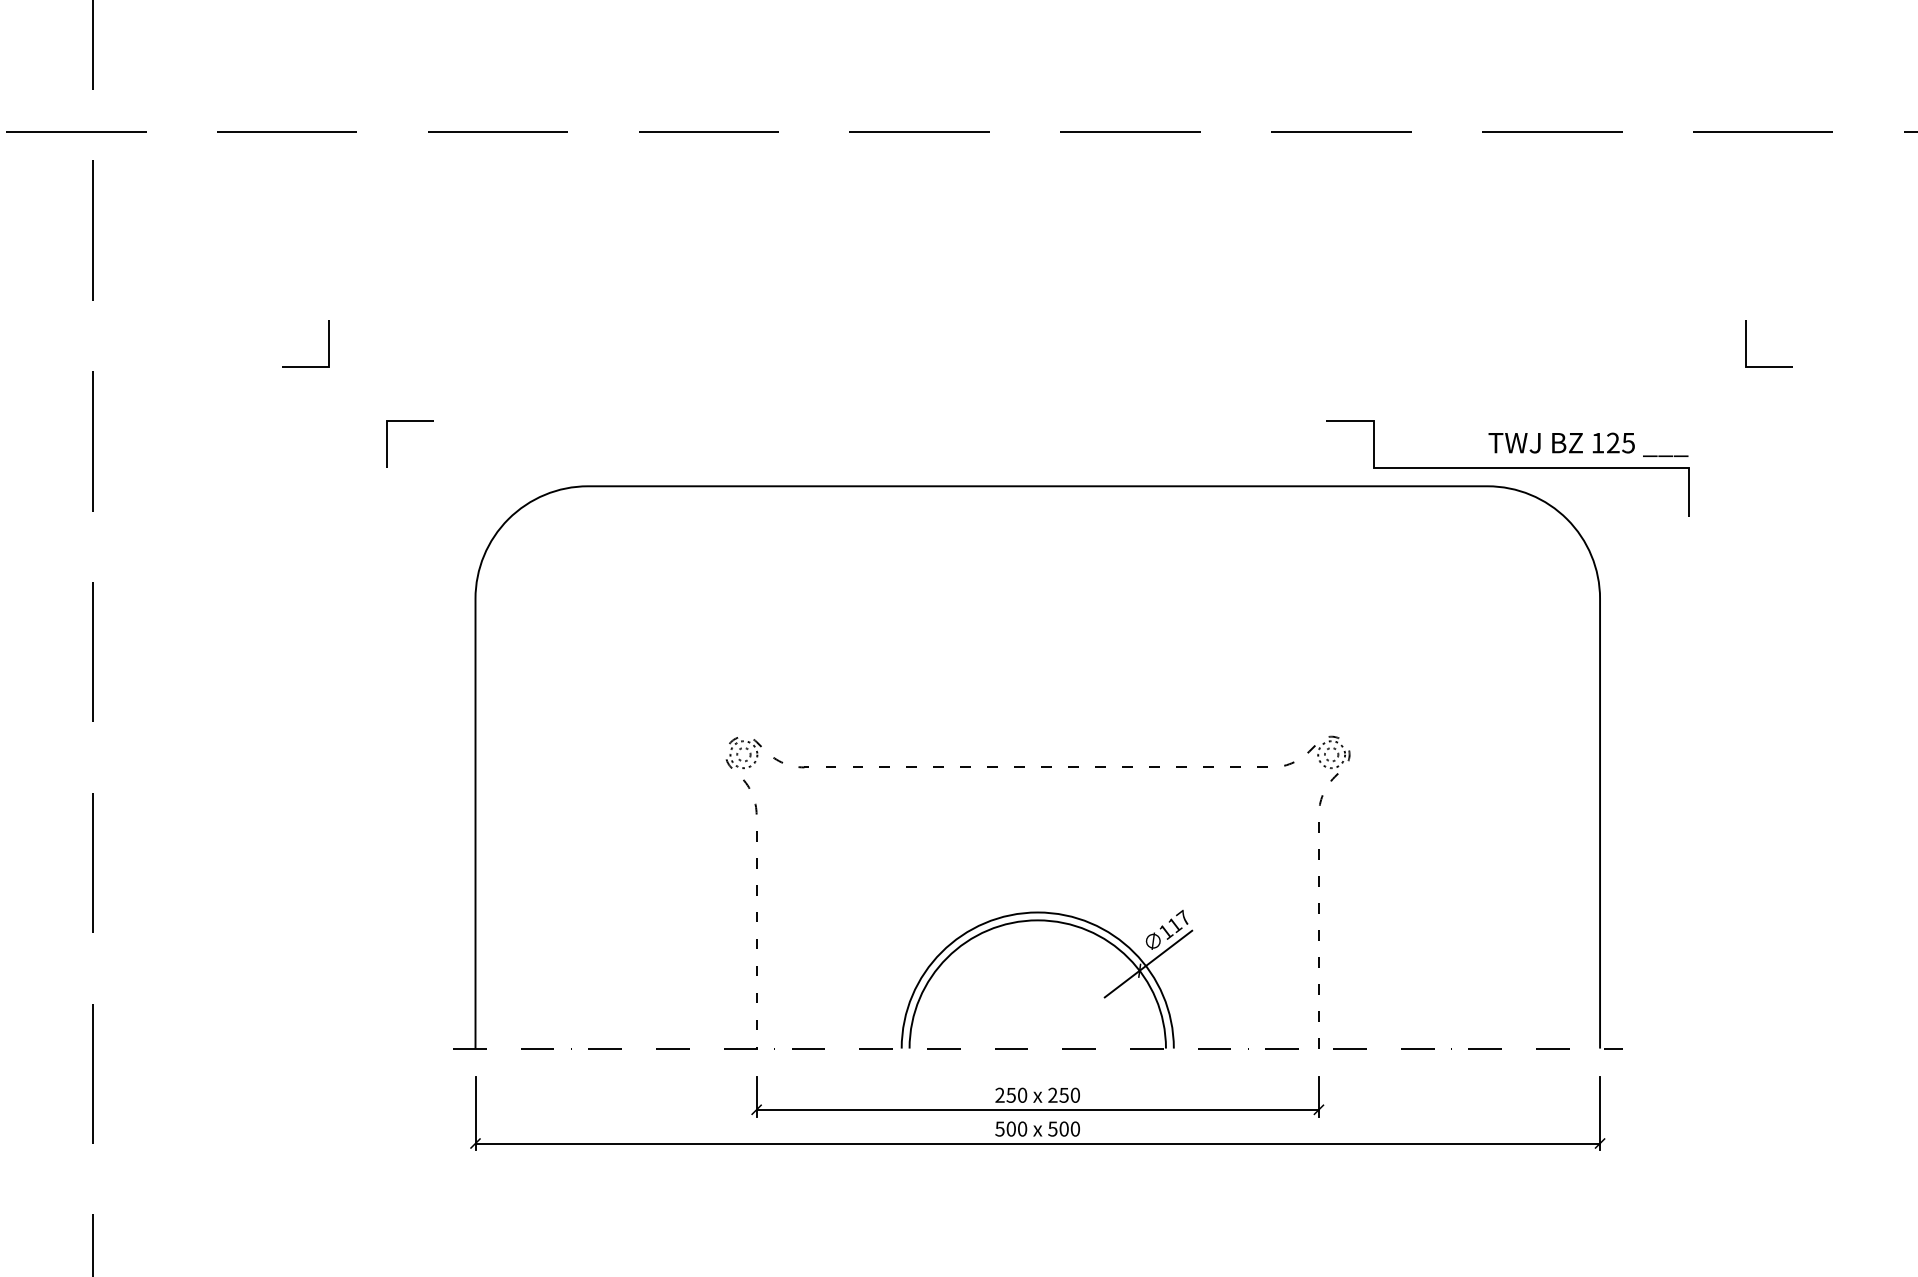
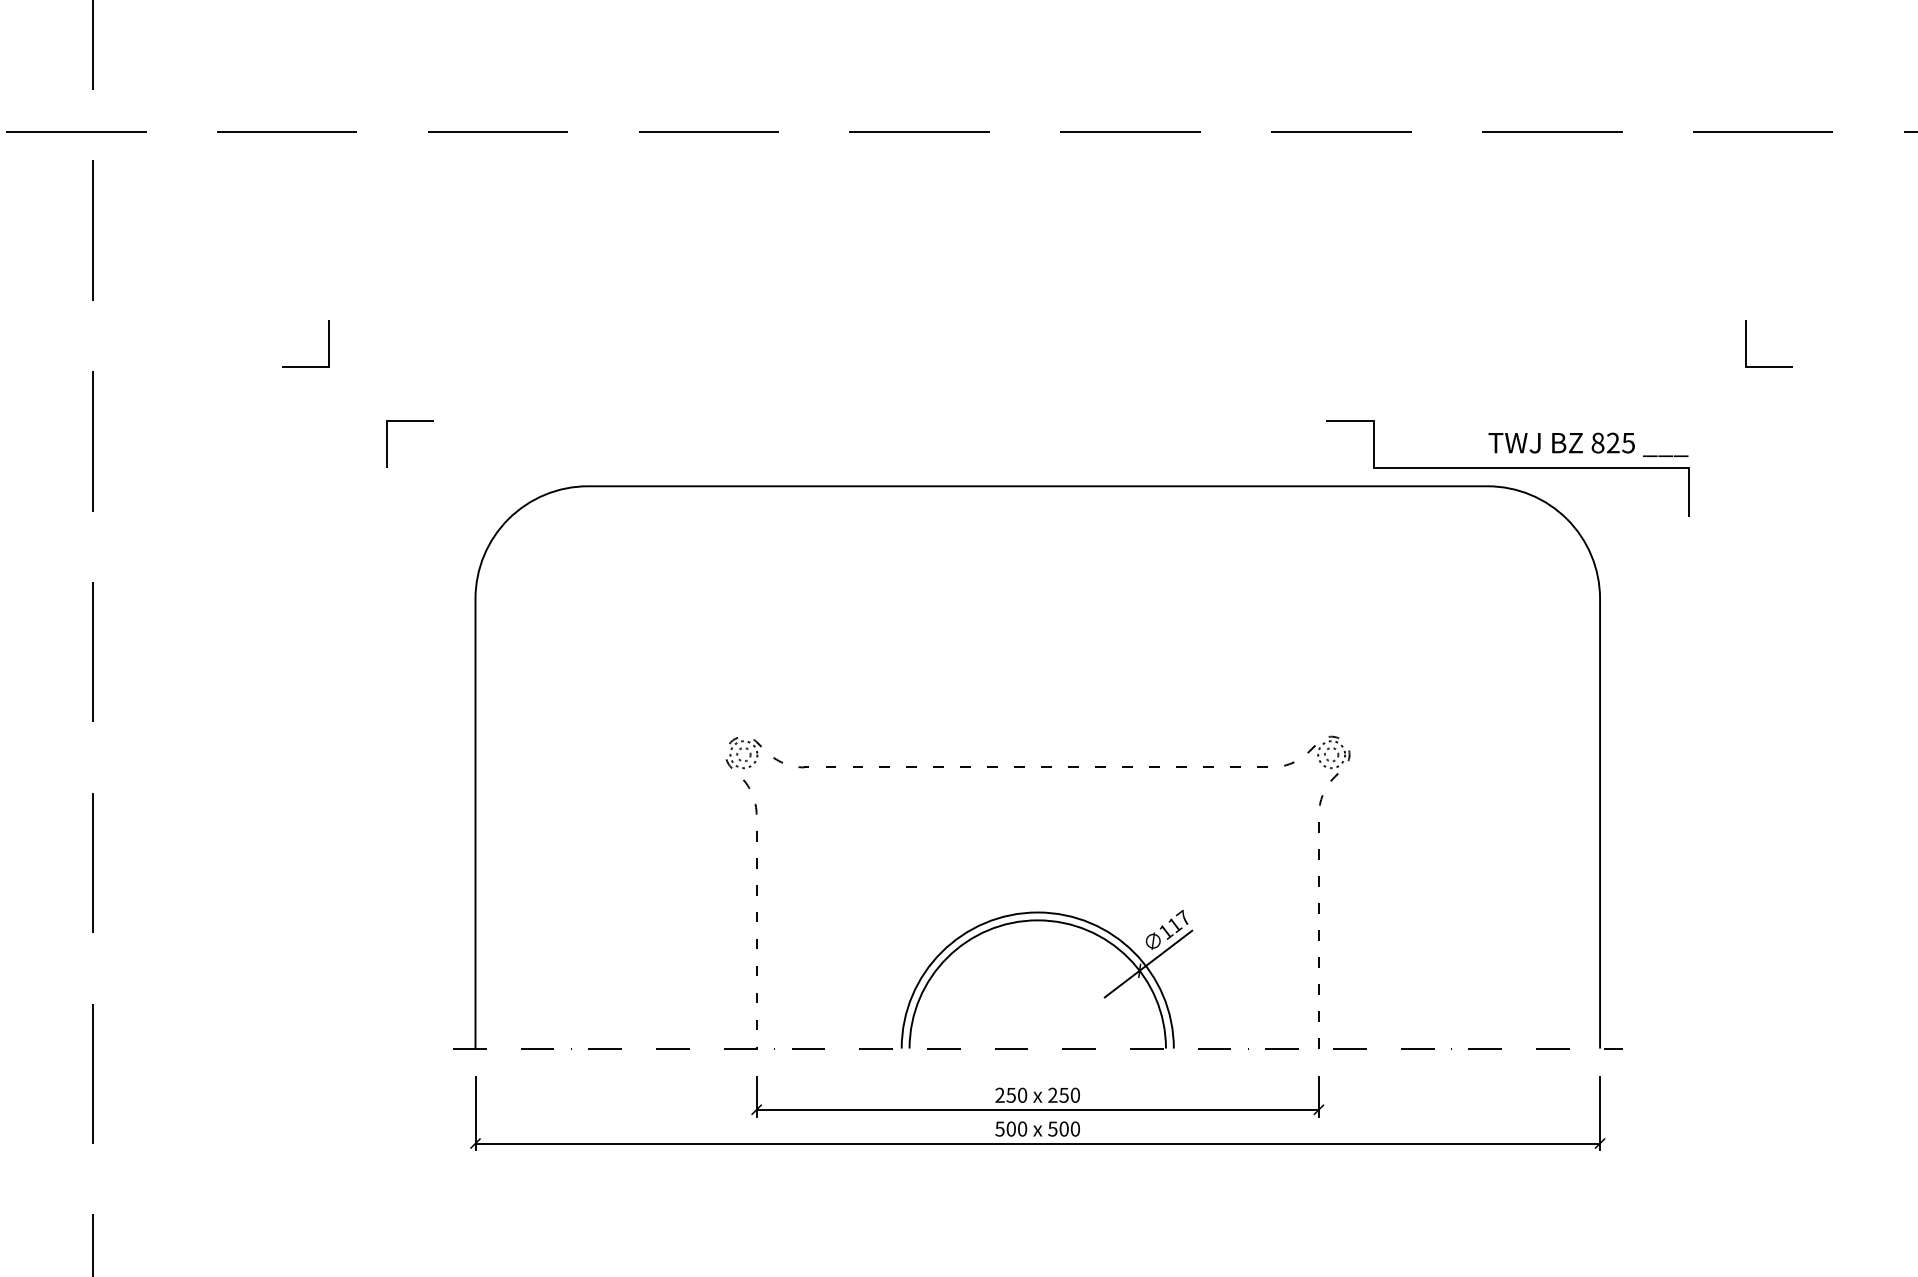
text at (1597, 442): 125 -> 825
